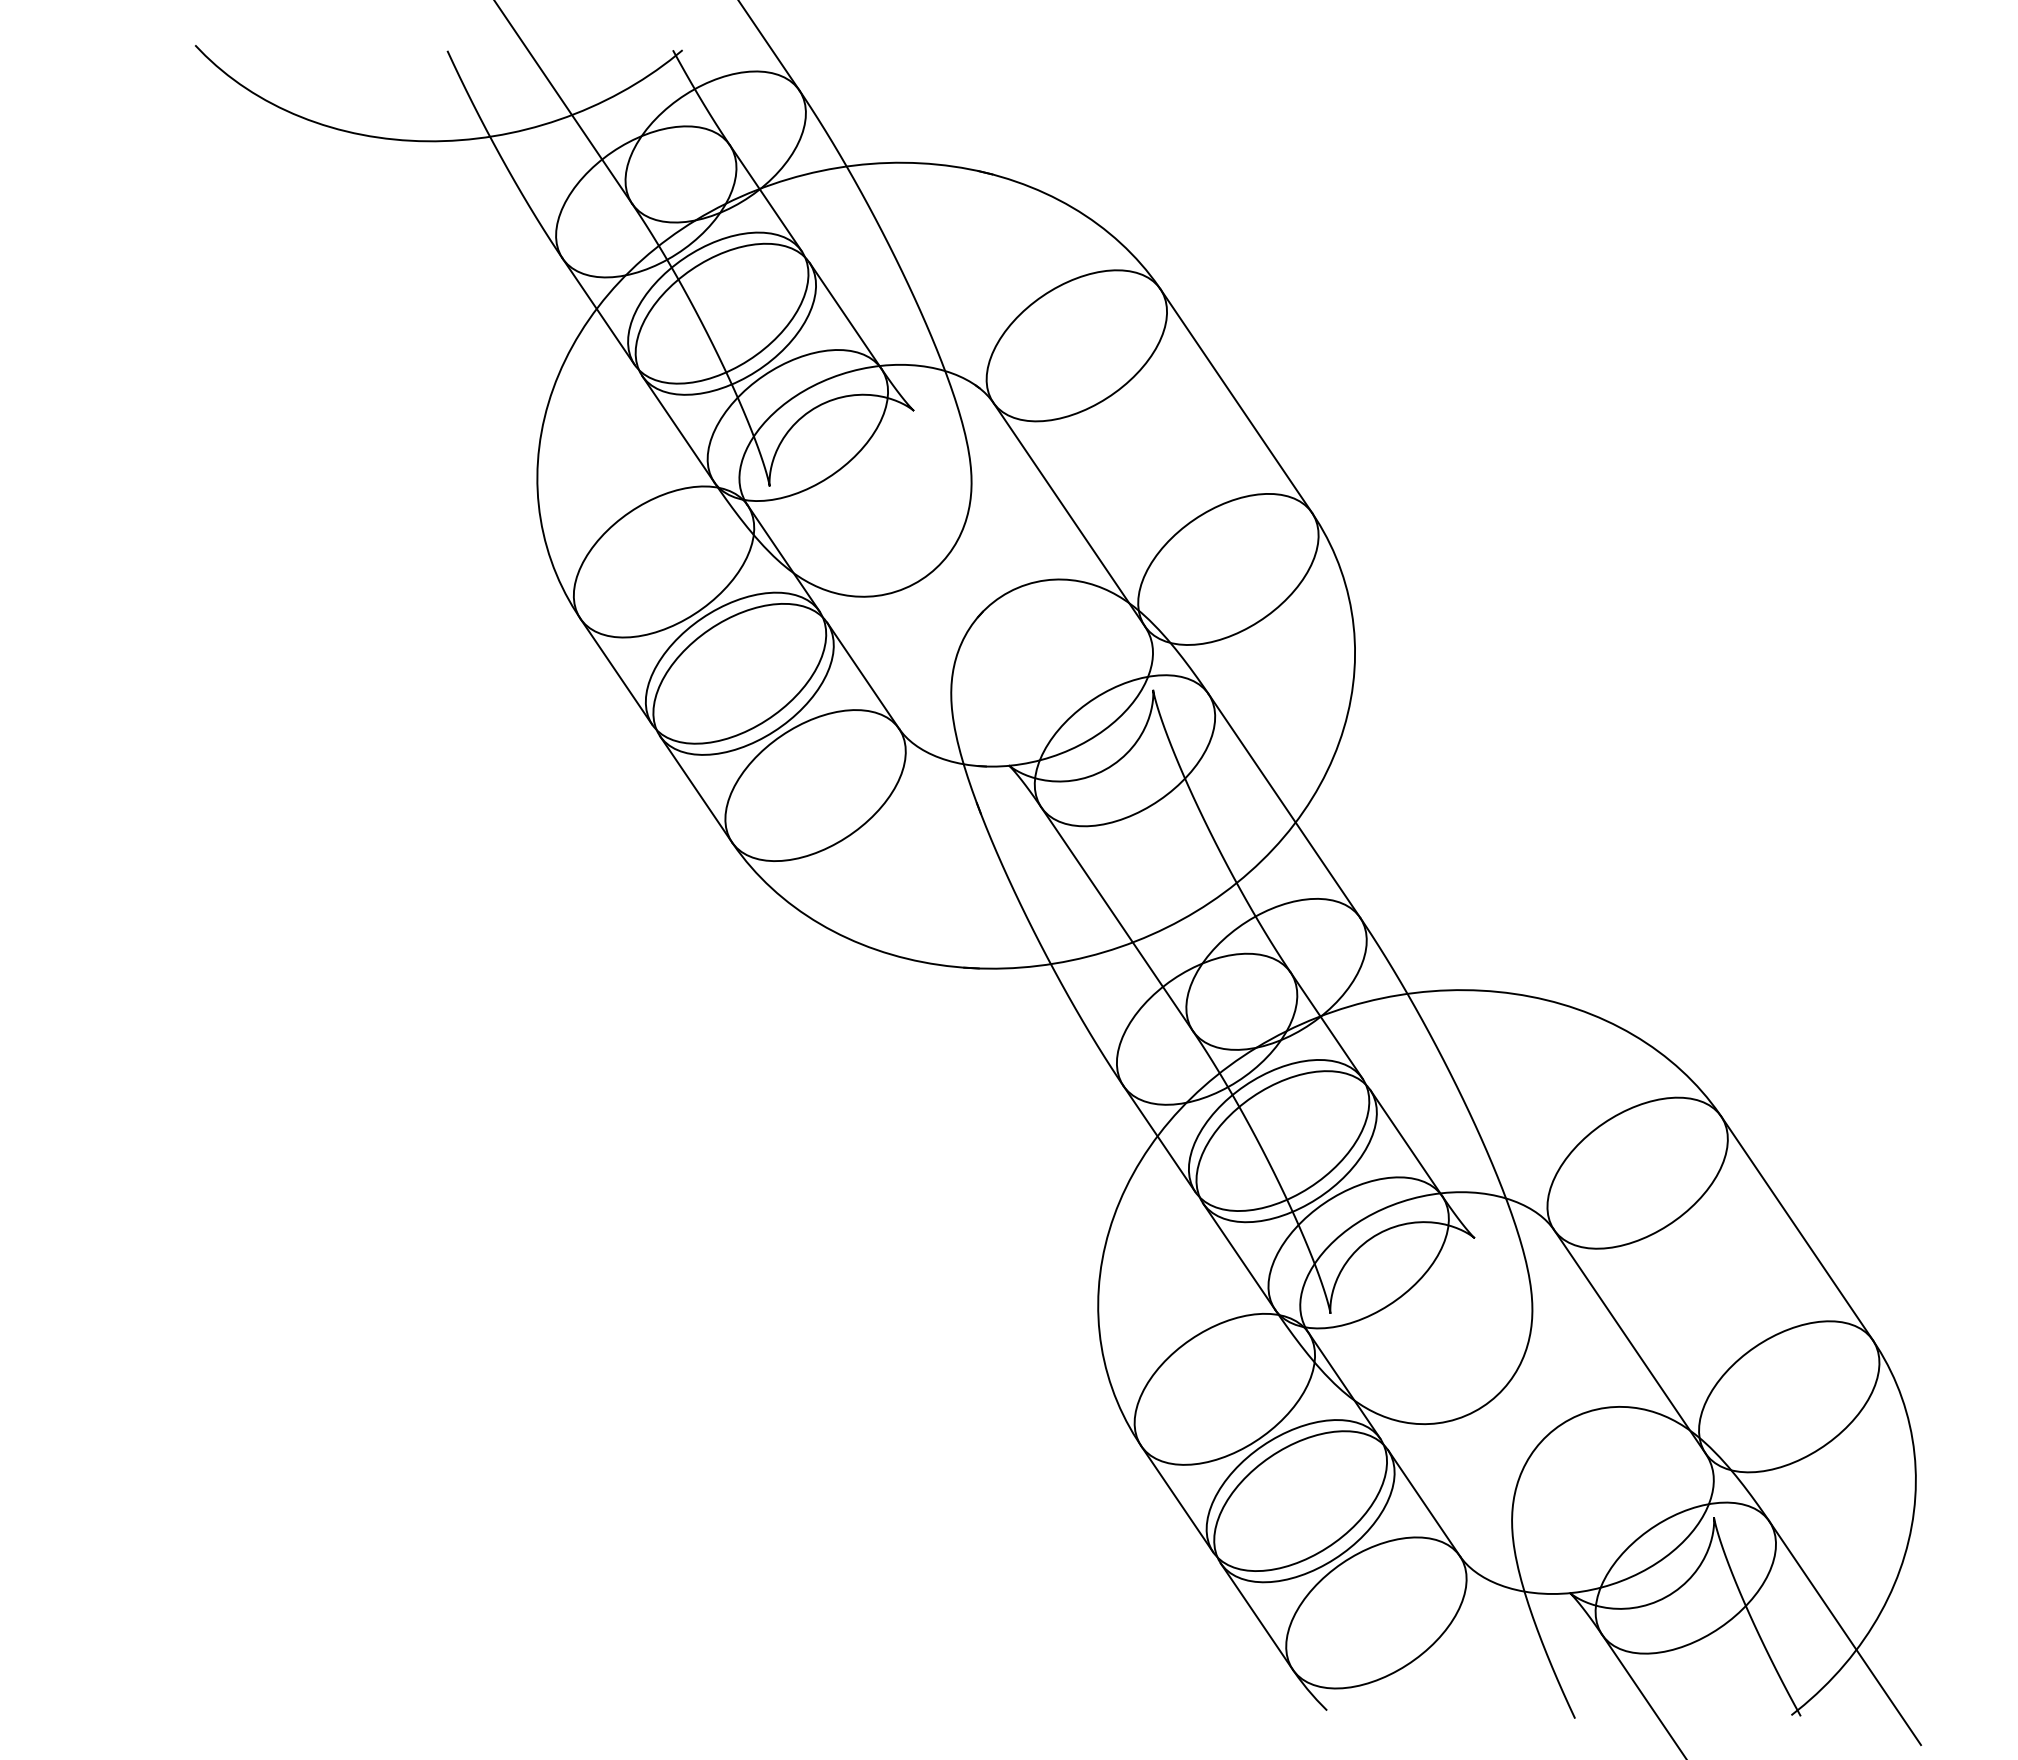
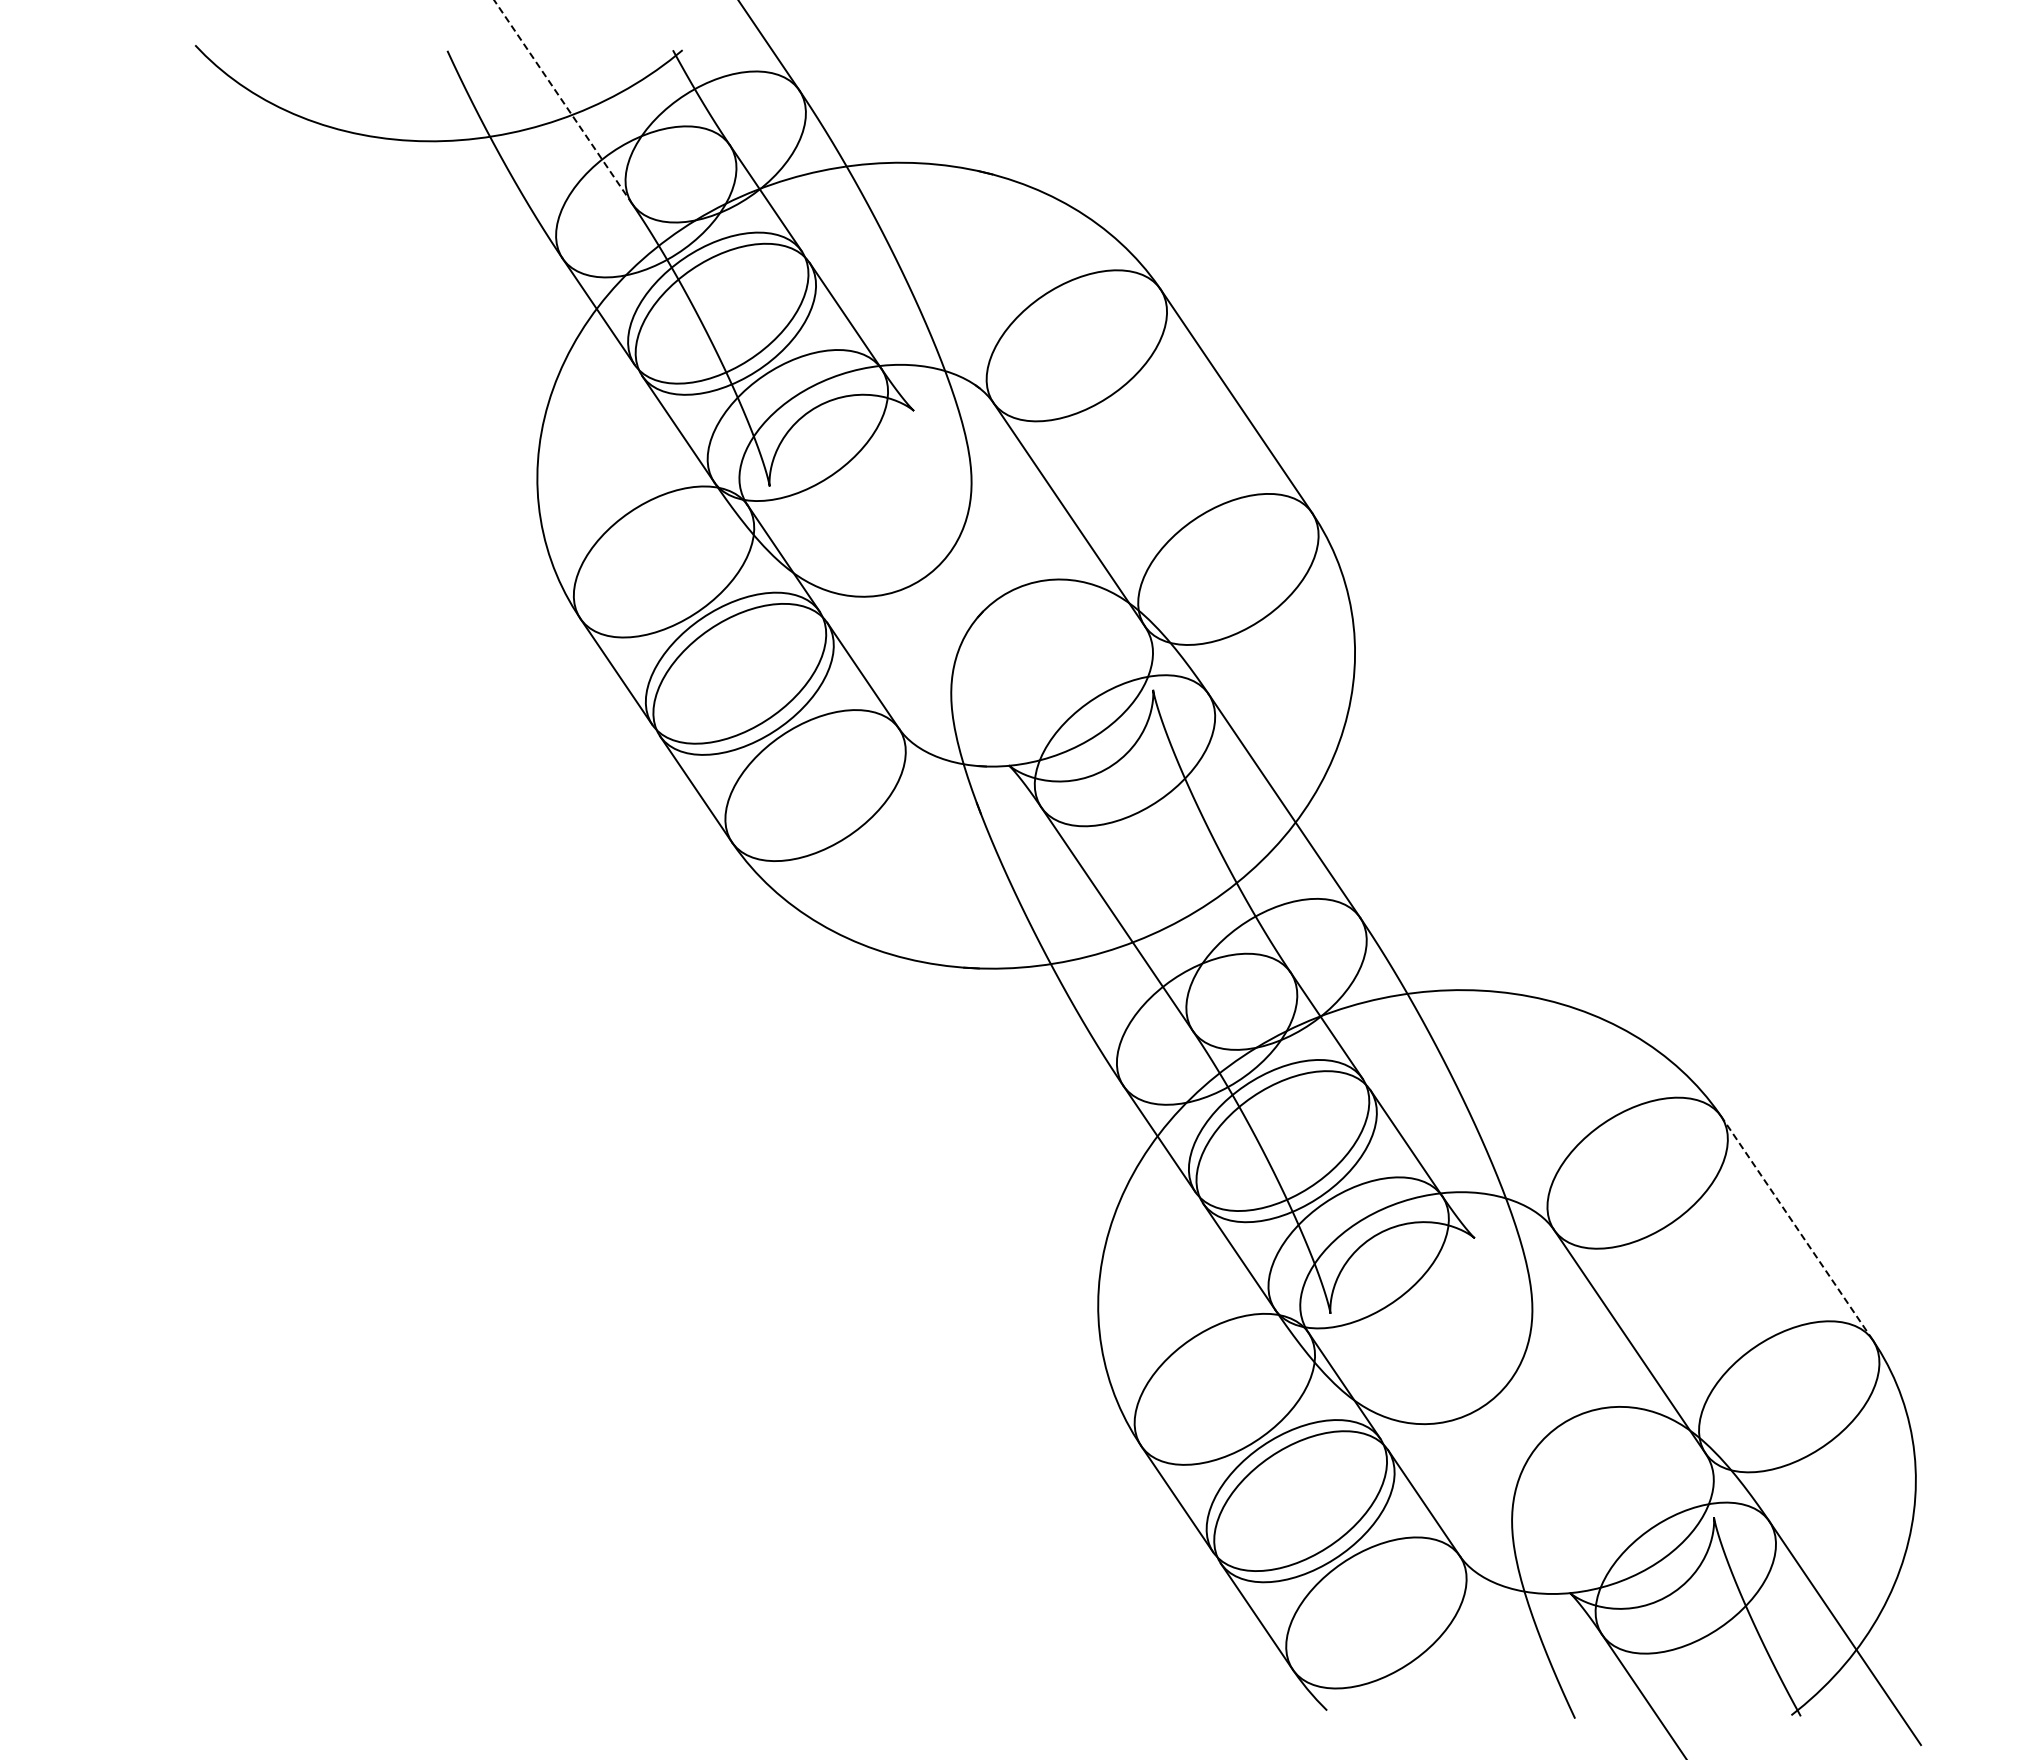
line at (563, 102): solid -> dashed
line at (1796, 1227): solid -> dashed
